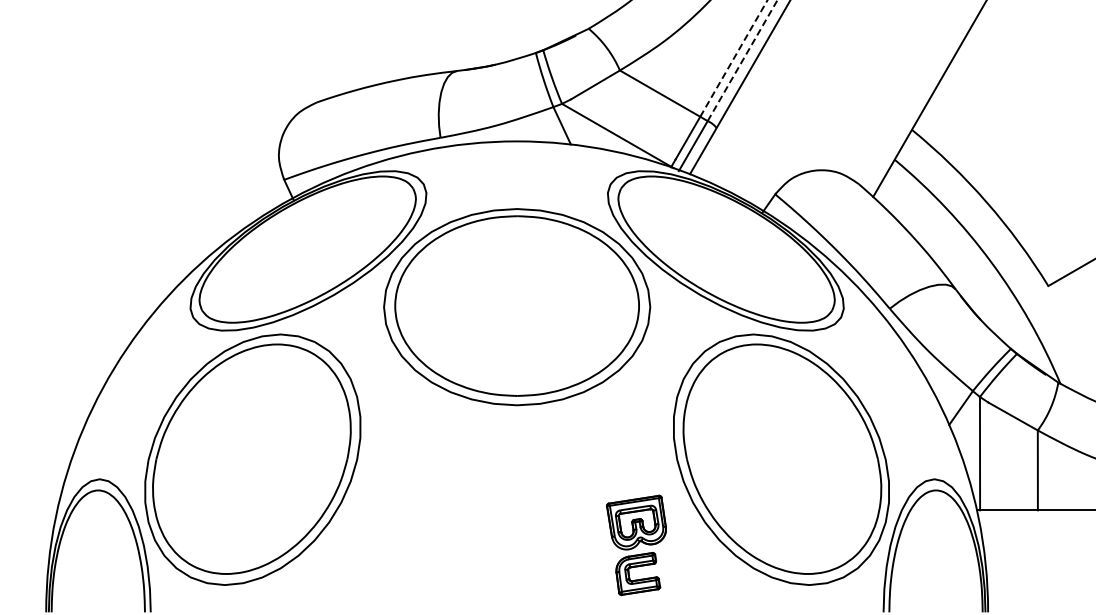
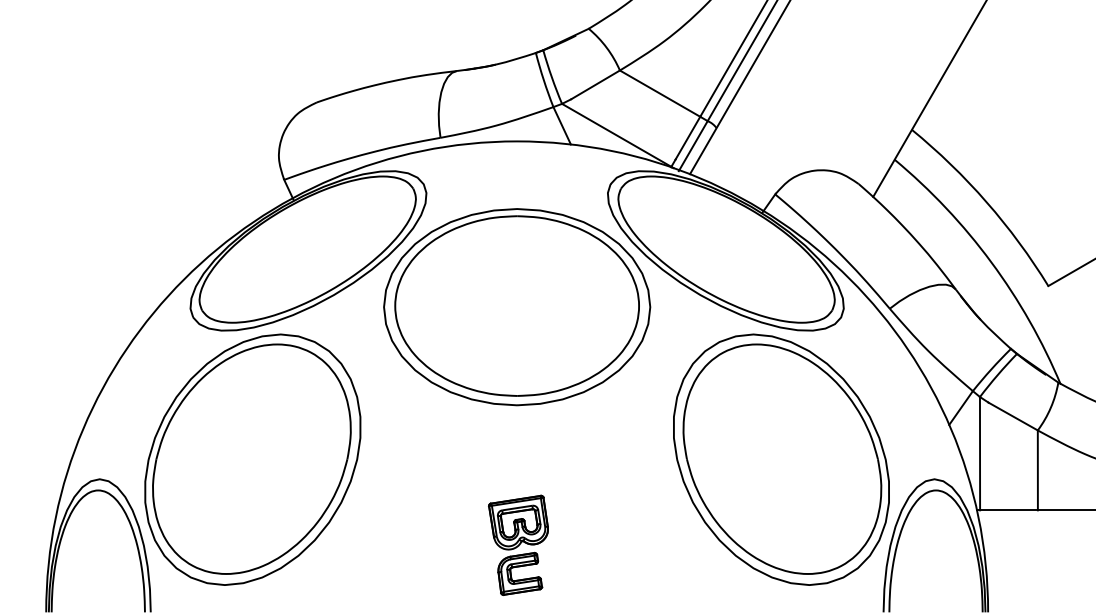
line at (734, 57): dashed -> solid
line at (742, 60): dashed -> solid
part at (636, 544) position: (636, 544) -> (518, 544)
